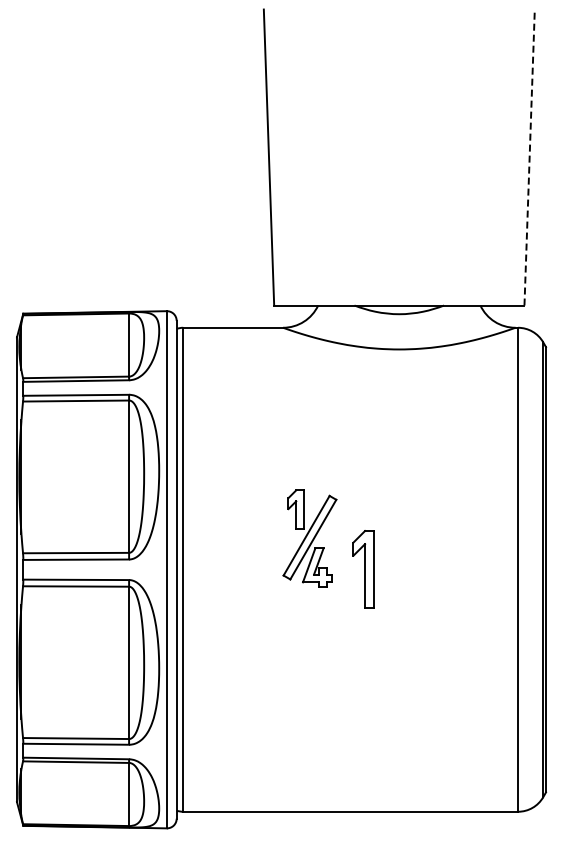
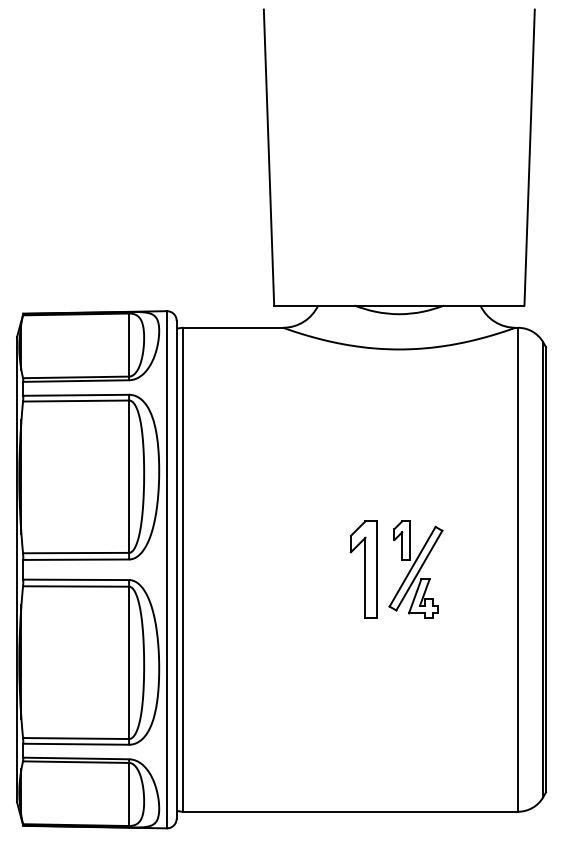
line at (529, 157): dashed -> solid
part at (309, 538) position: (309, 538) -> (415, 569)
part at (363, 569) size: 23x79 px -> 29x99 px
